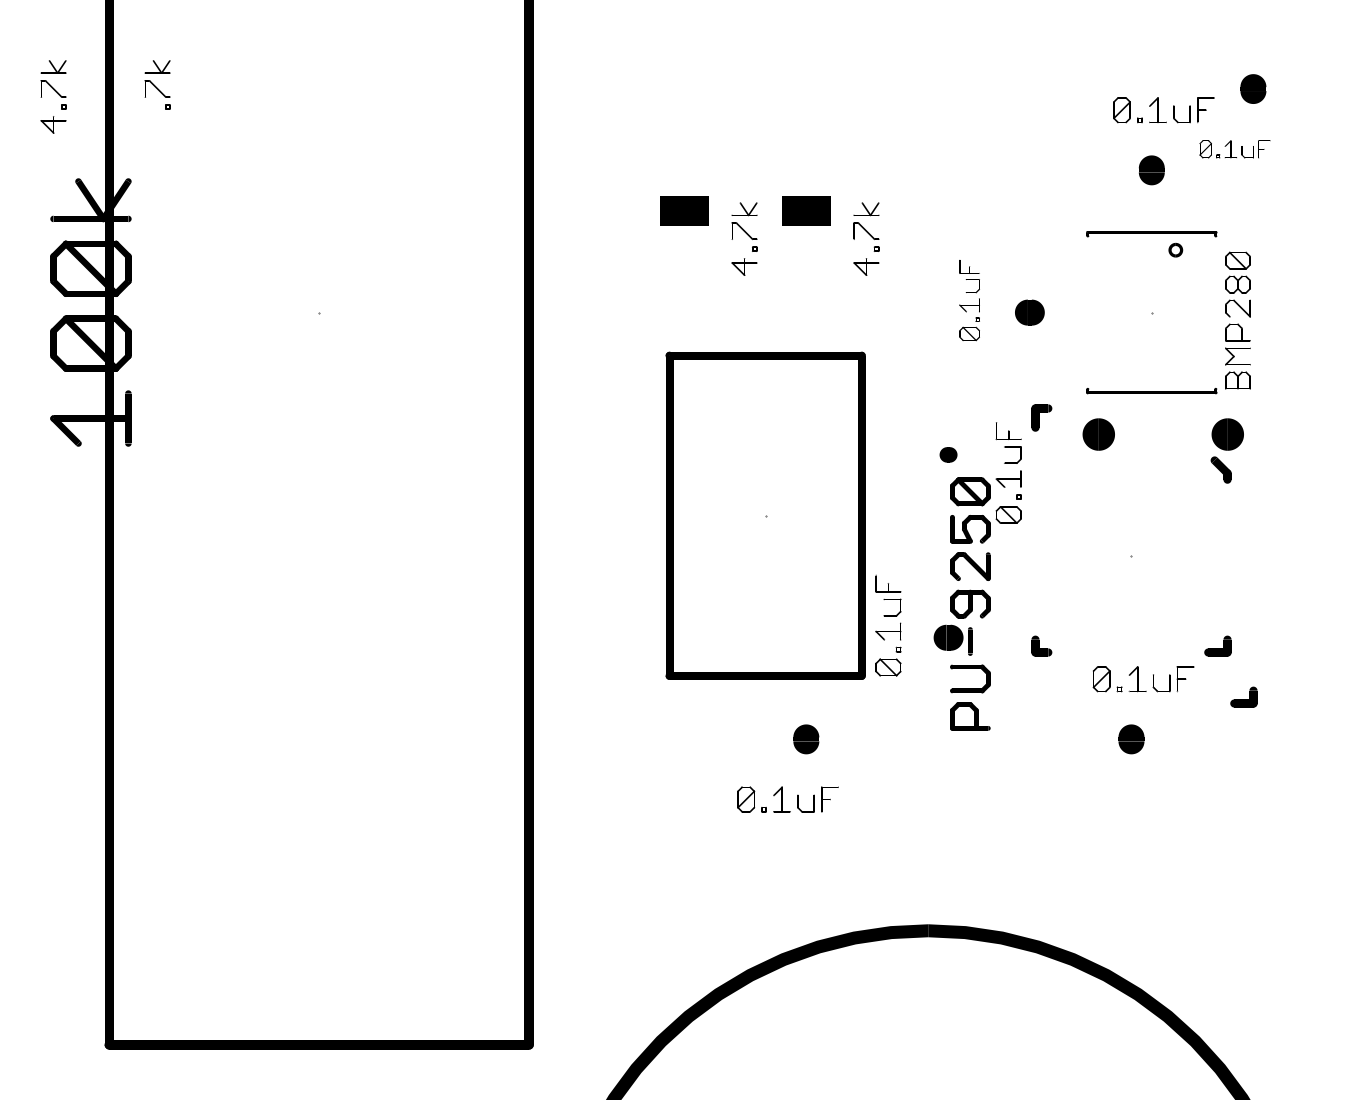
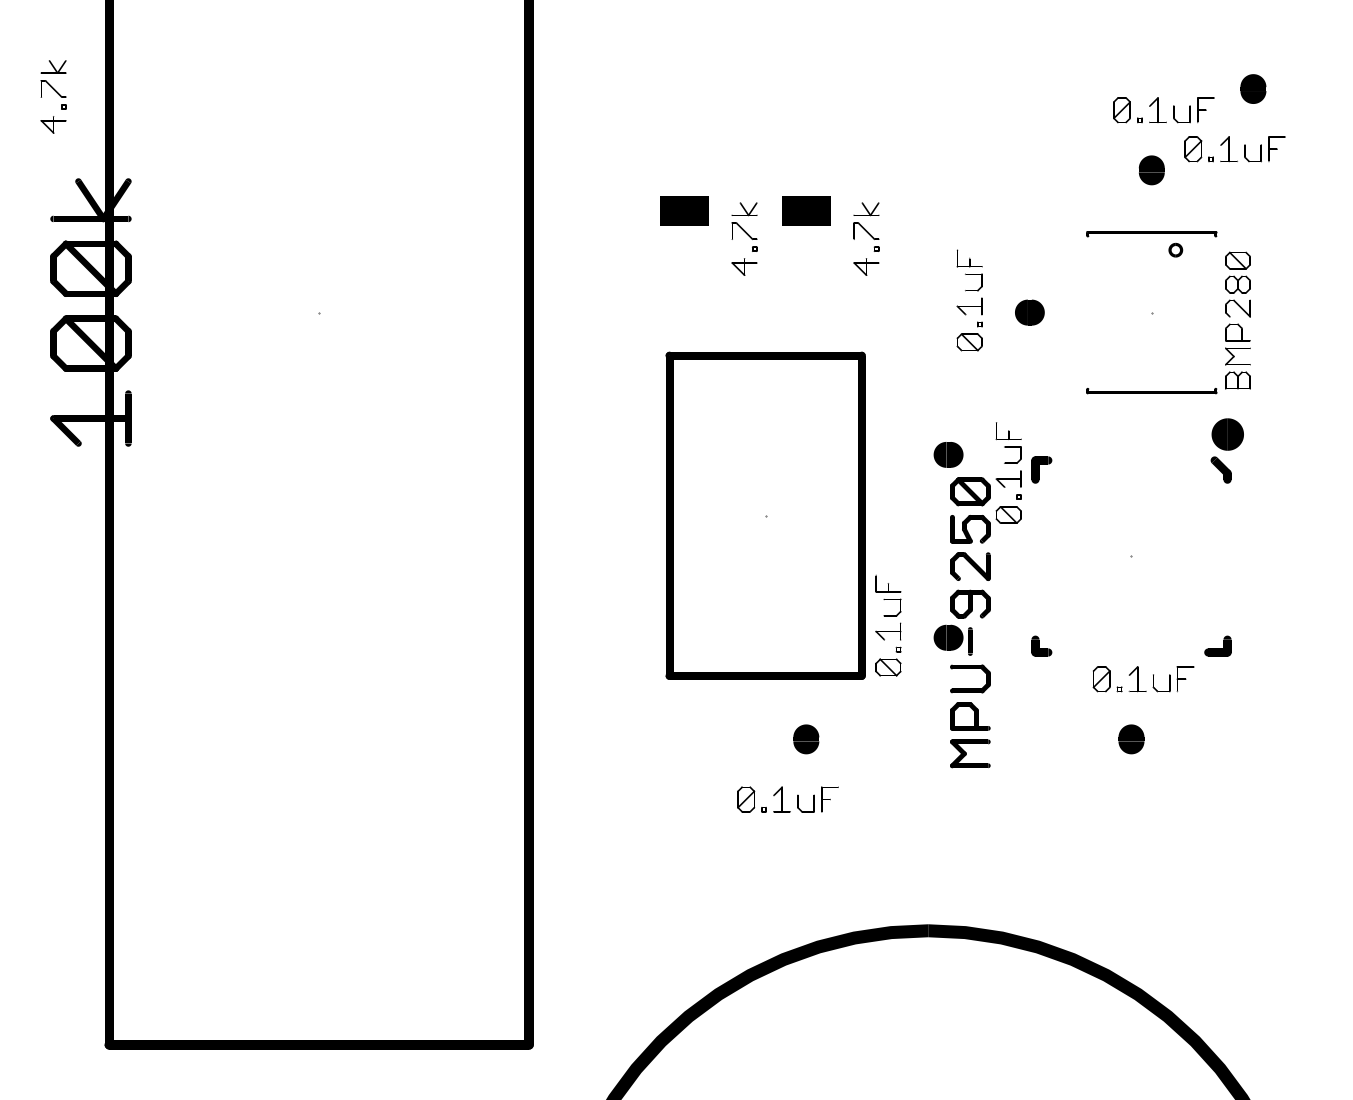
part at (157, 84): present -> none
part at (1234, 149) size: 72x19 px -> 102x27 px
part at (969, 300) size: 21x82 px -> 27x103 px
part at (1041, 417) position: (1041, 417) -> (1041, 469)
part at (1098, 434): present -> none
part at (948, 454) size: 19x16 px -> 31x26 px
part at (1243, 696): present -> none
part at (970, 753): none -> present
